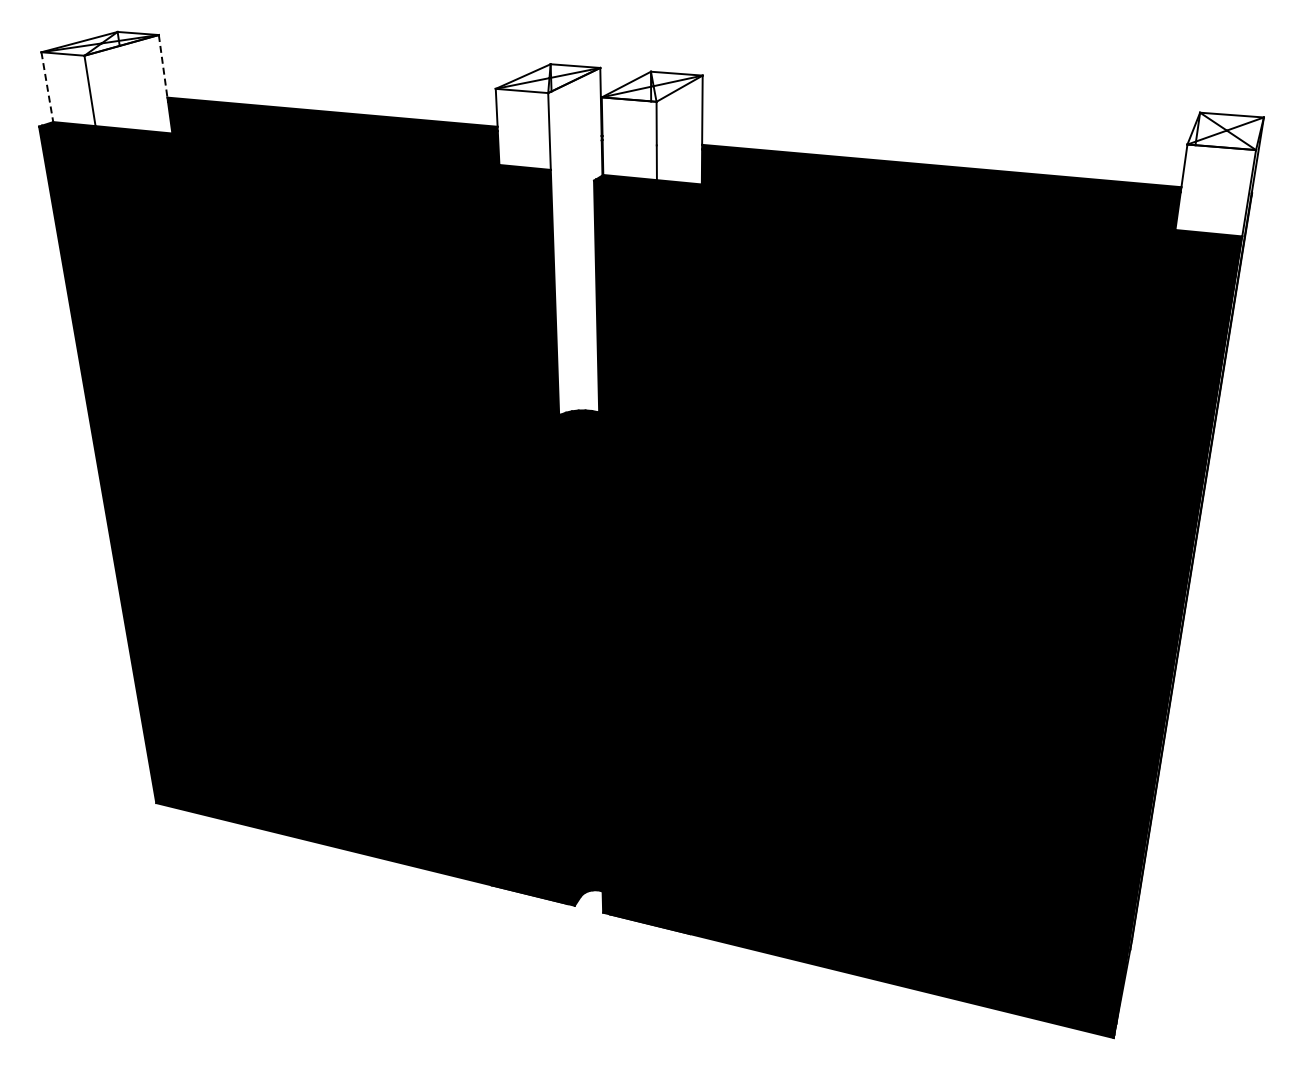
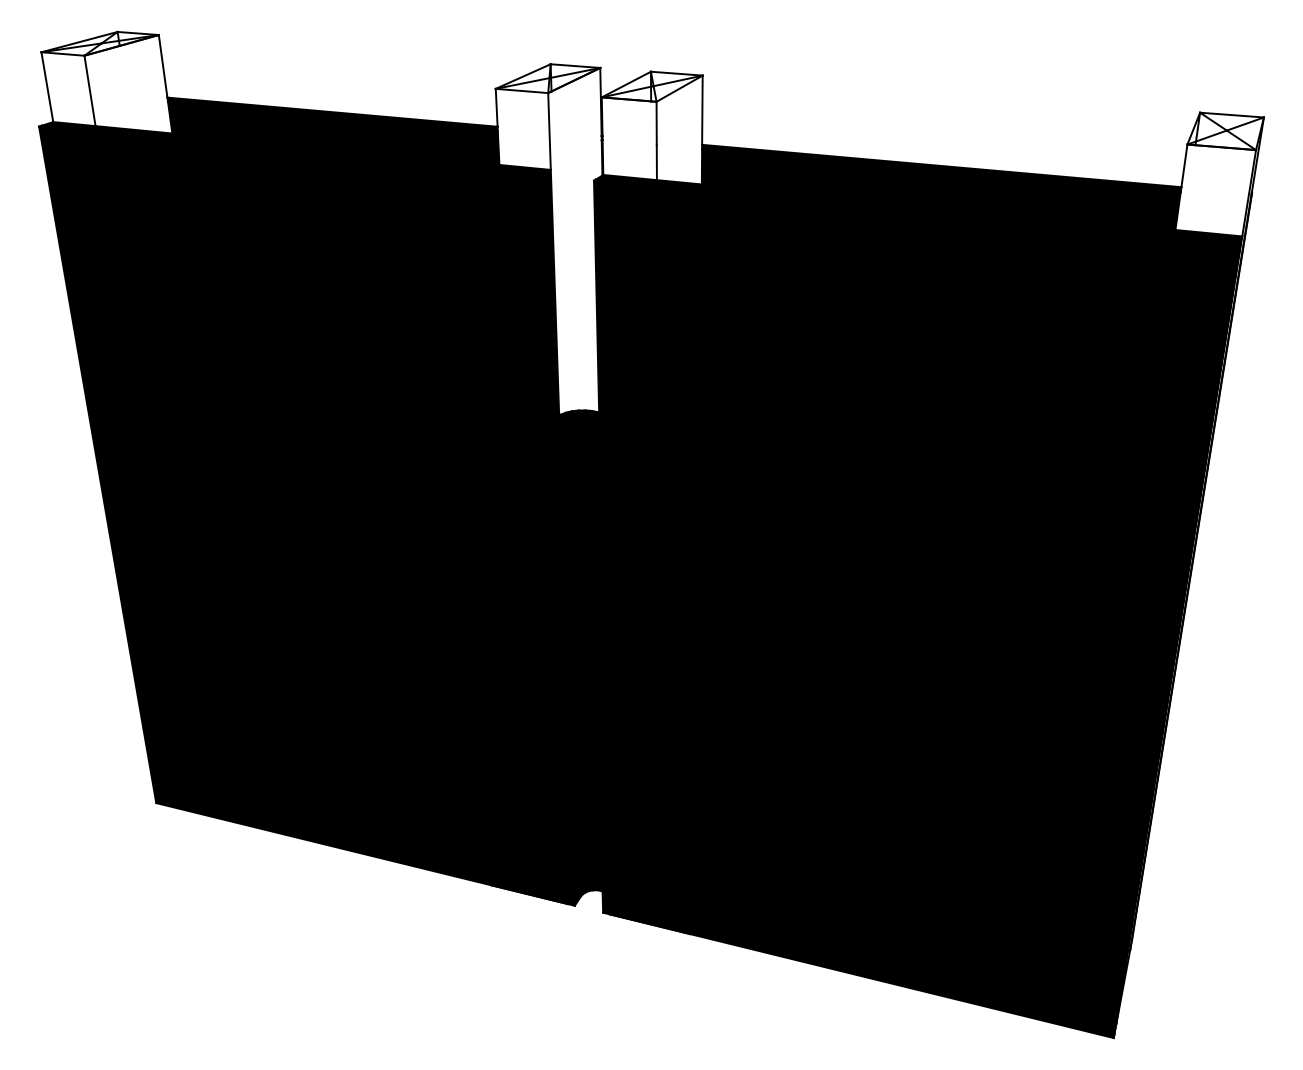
line at (163, 66): dashed -> solid
line at (47, 87): dashed -> solid
